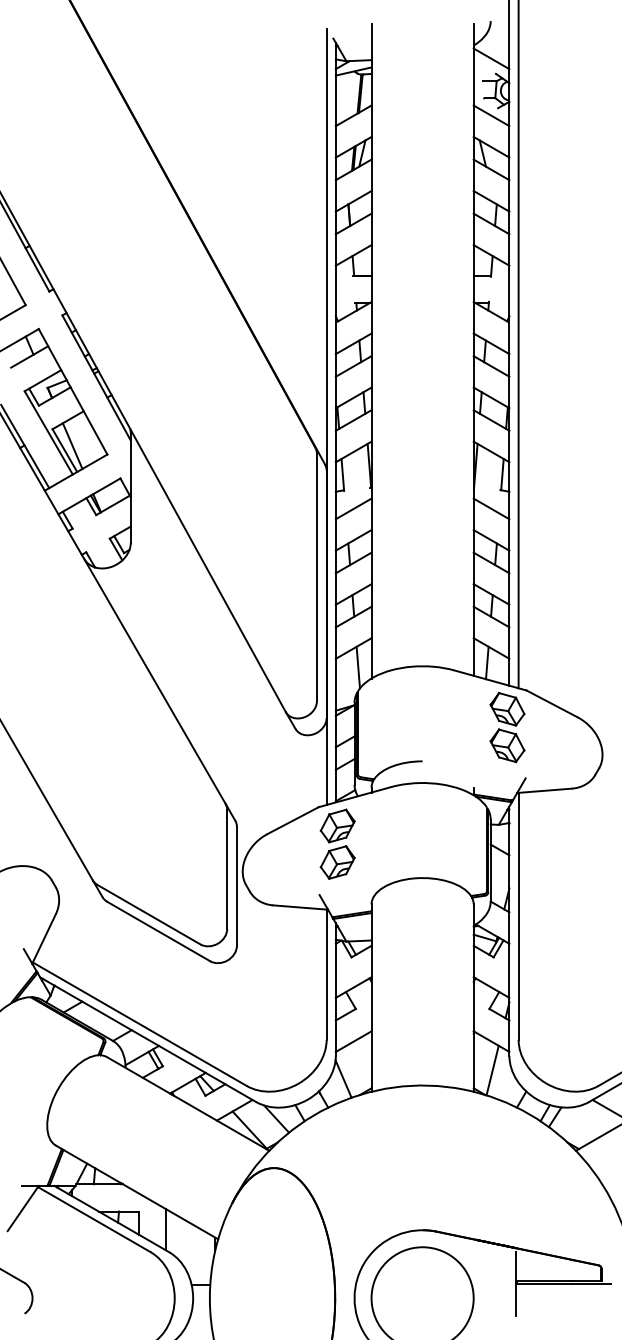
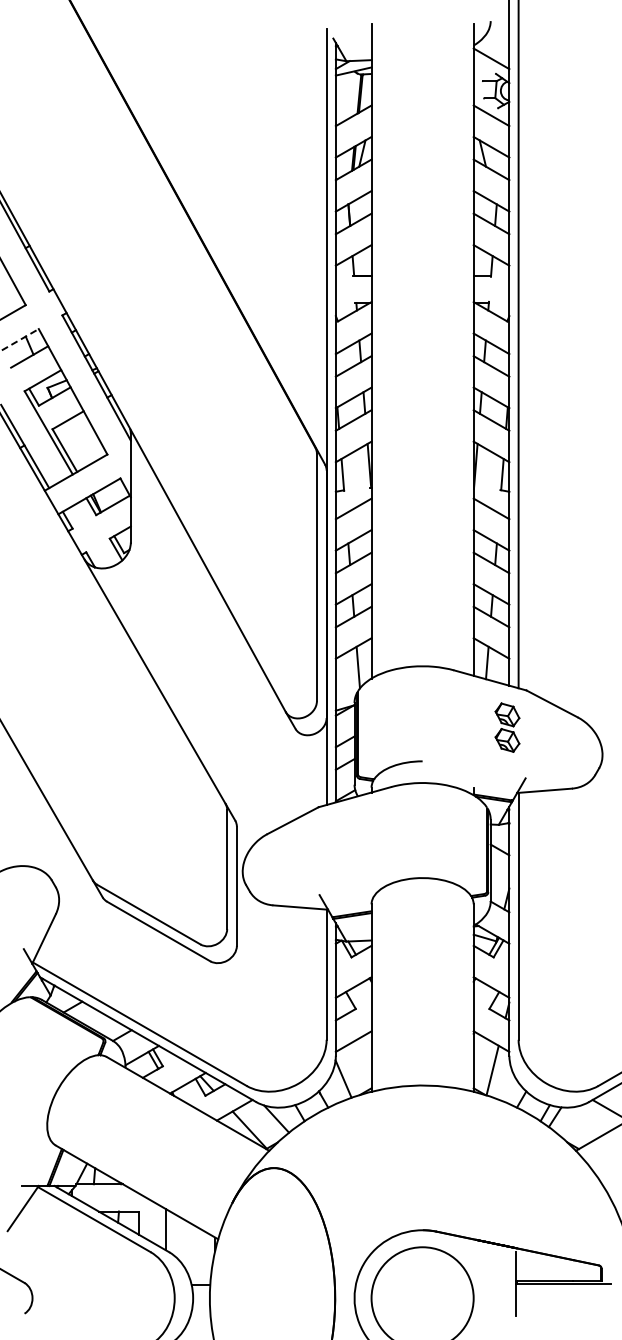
line at (19, 340): solid -> dashed
line at (72, 445): present -> none
part at (507, 727) size: 37x72 px -> 27x51 px
part at (337, 843): present -> none
